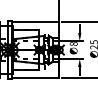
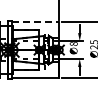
line at (35, 21): solid -> dashed
